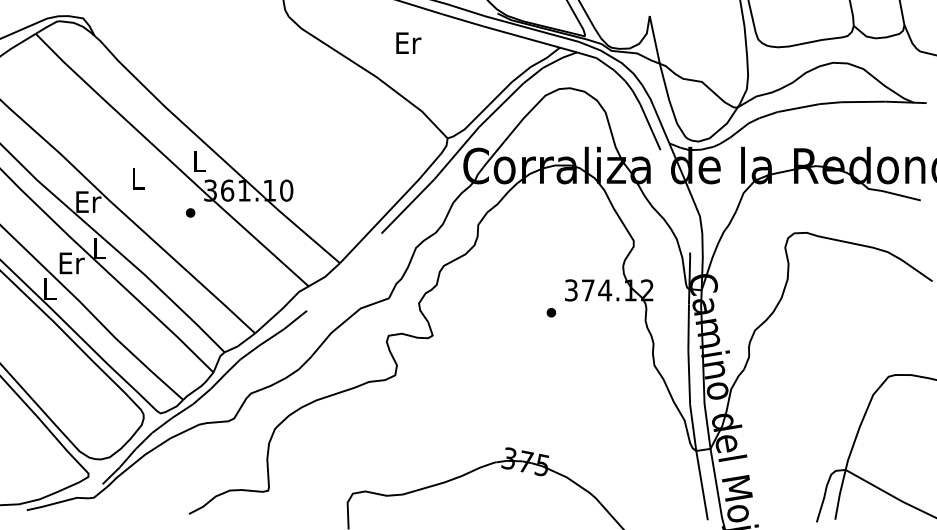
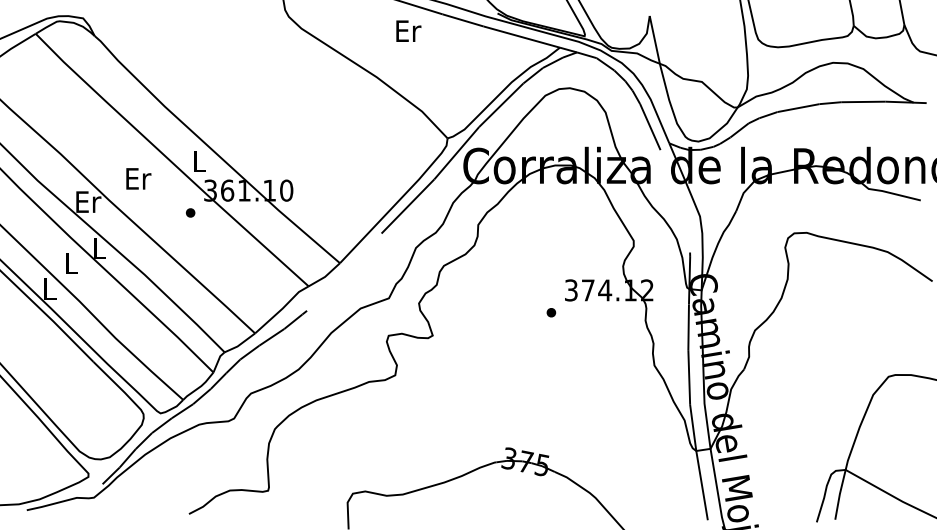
text at (408, 42) position: (408, 42) -> (408, 30)
text at (138, 178): L -> Er
text at (71, 263): Er -> L
